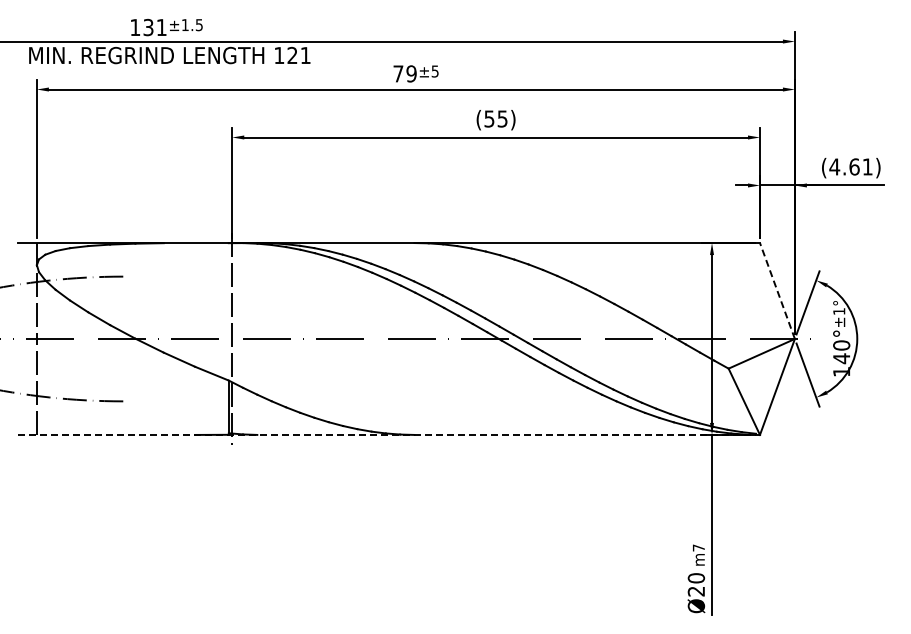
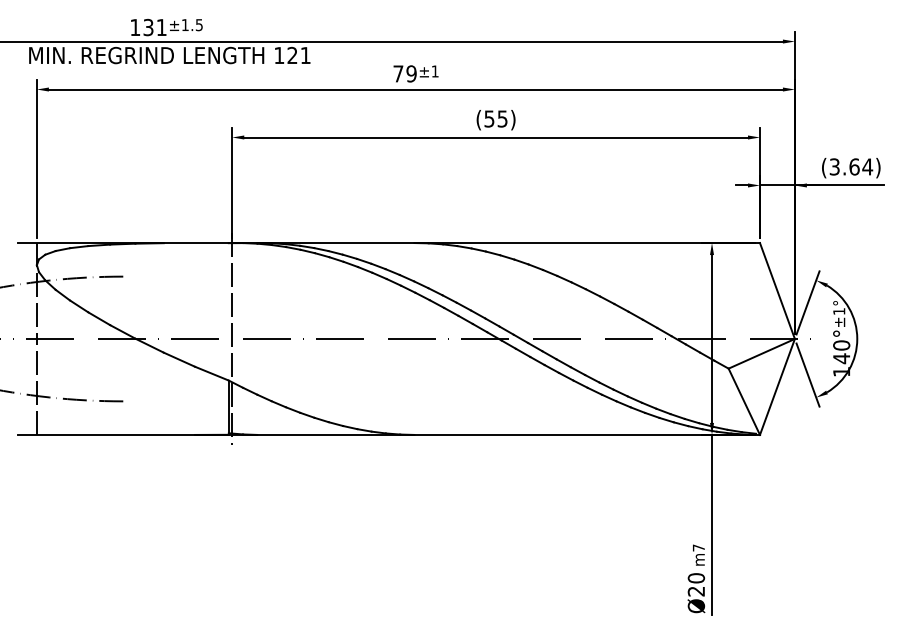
text at (434, 71): ±5 -> ±1
text at (851, 166): (4.61) -> (3.64)
line at (777, 290): dashed -> solid
line at (389, 434): dashed -> solid
